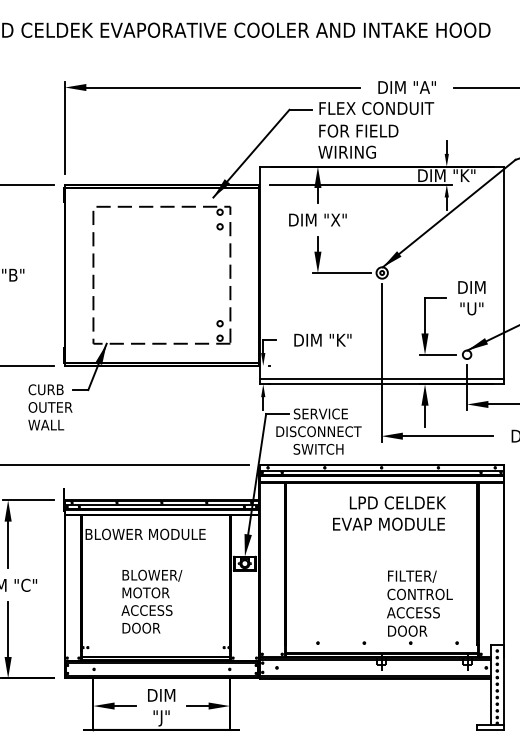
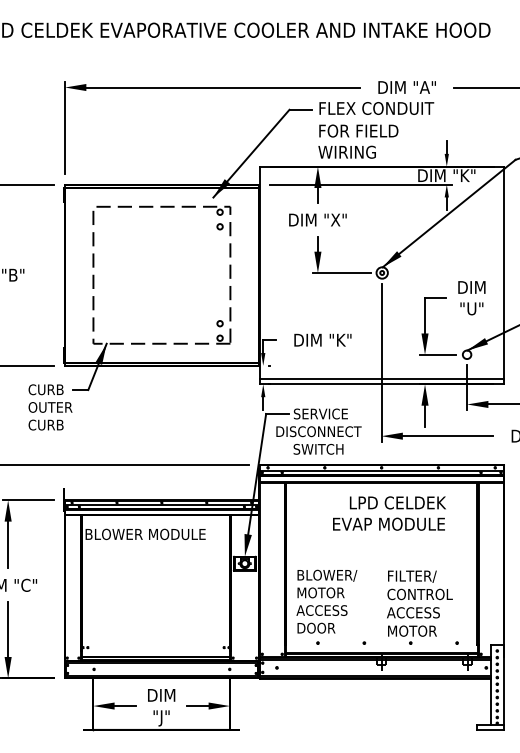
text at (46, 424): WALL -> CURB
text at (151, 601) position: (151, 601) -> (326, 601)
text at (412, 630): DOOR -> MOTOR
